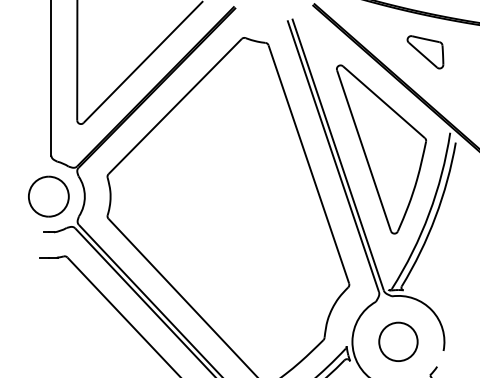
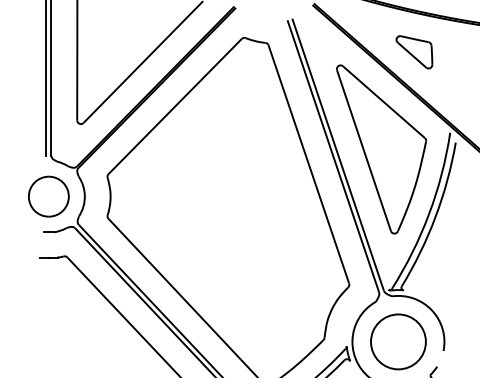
part at (425, 52) position: (425, 52) -> (414, 52)
line at (46, 78): none -> present
circle at (398, 341) diameter: 38 px -> 55 px
